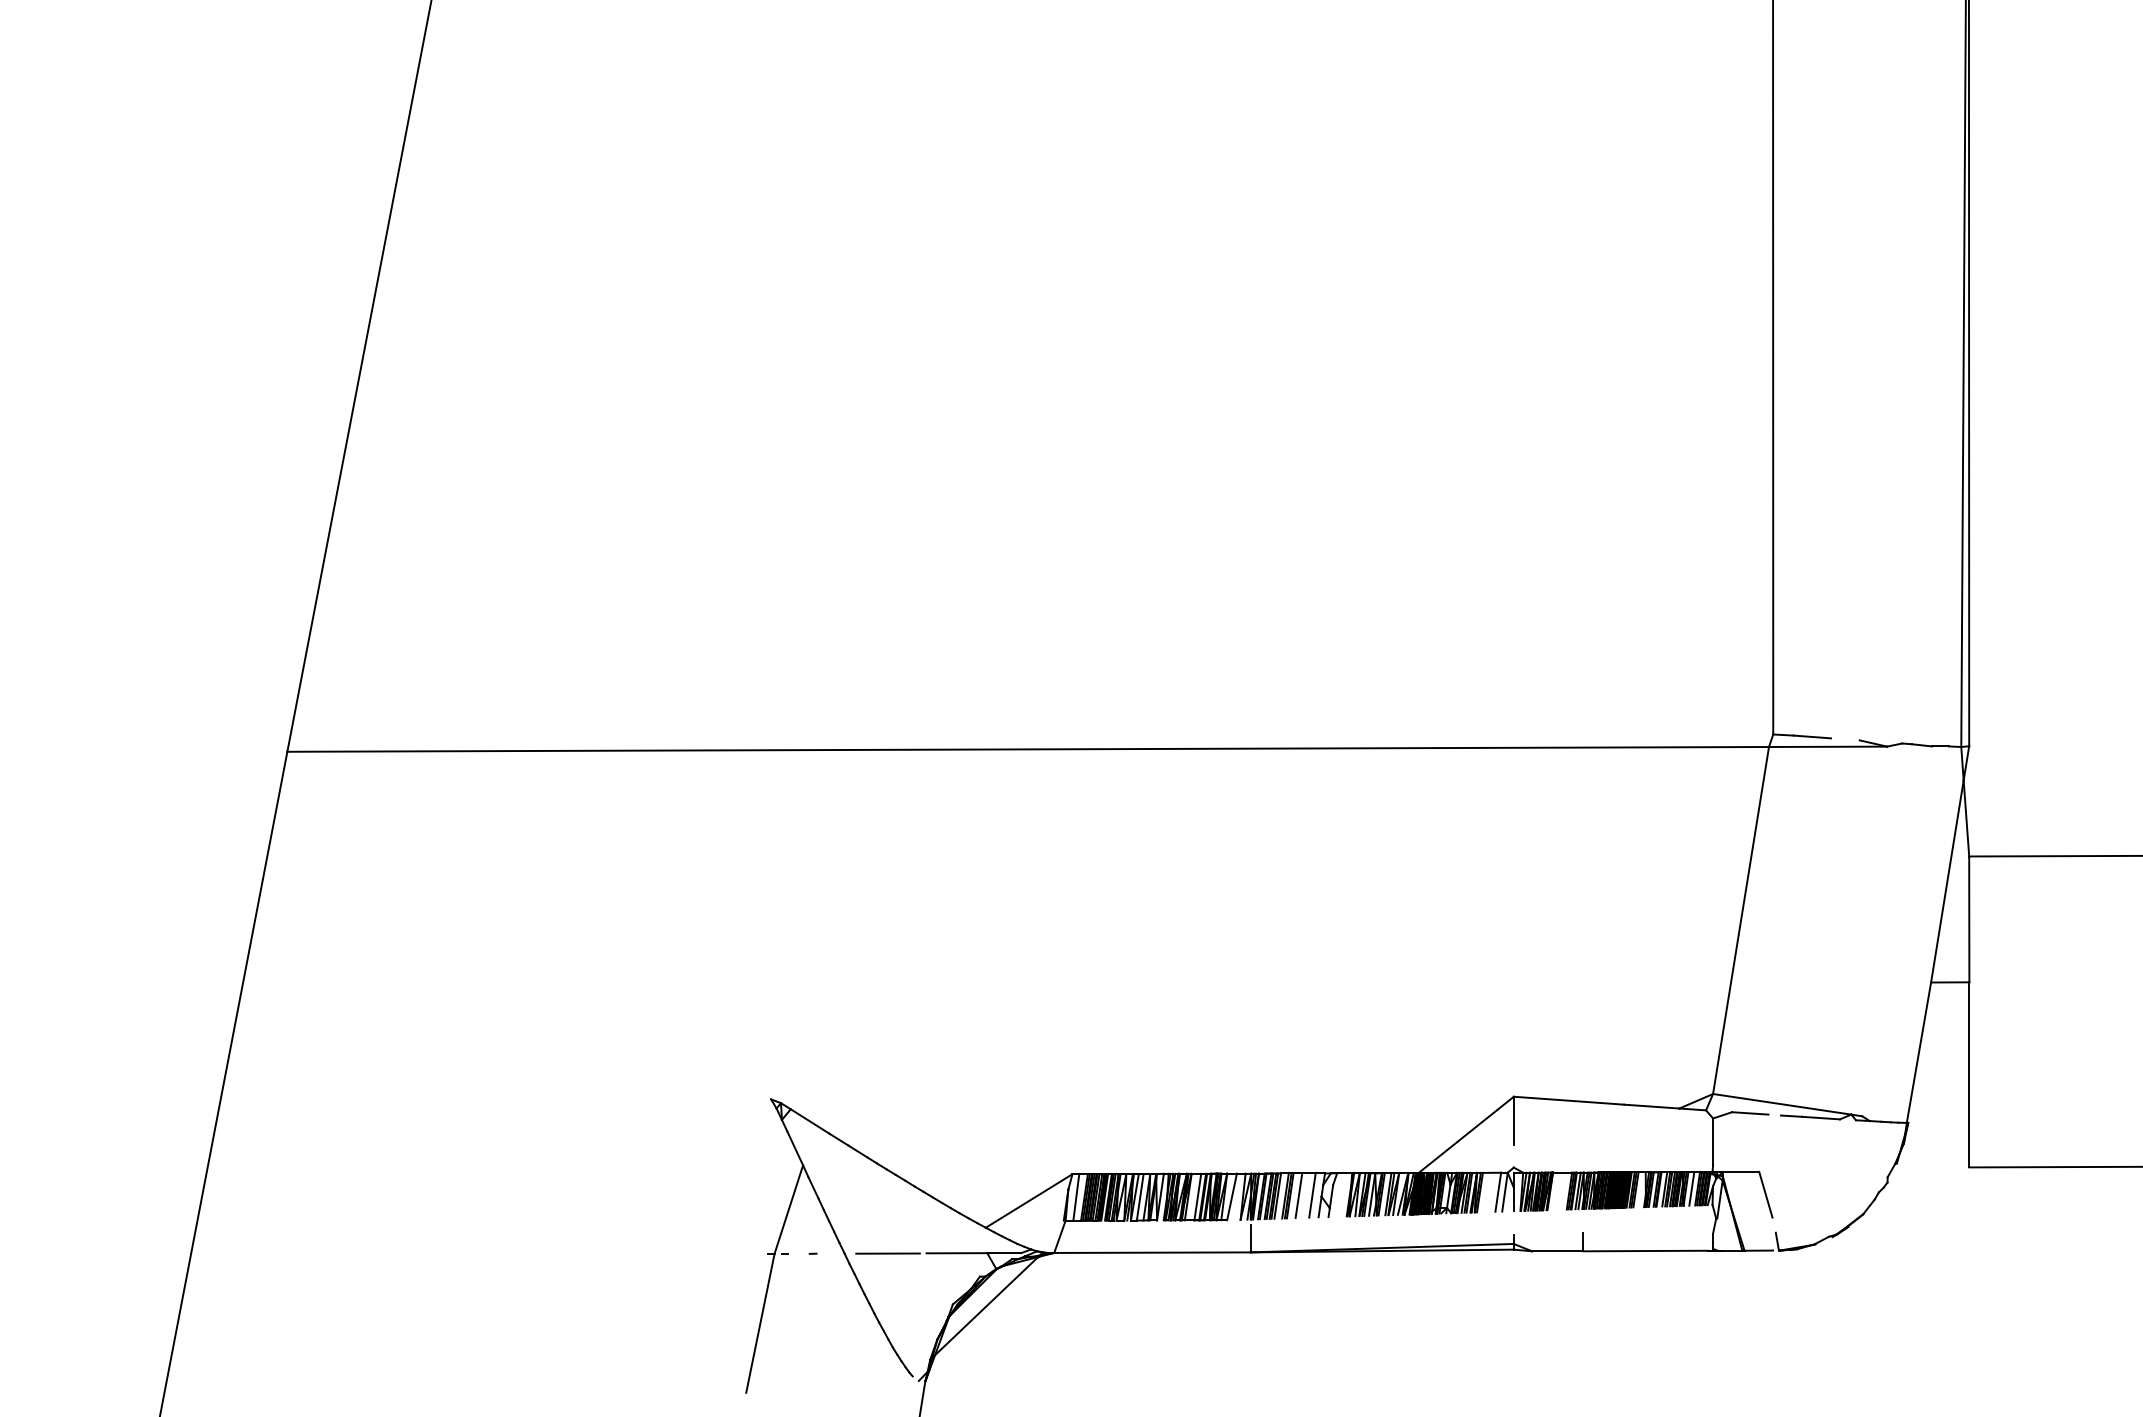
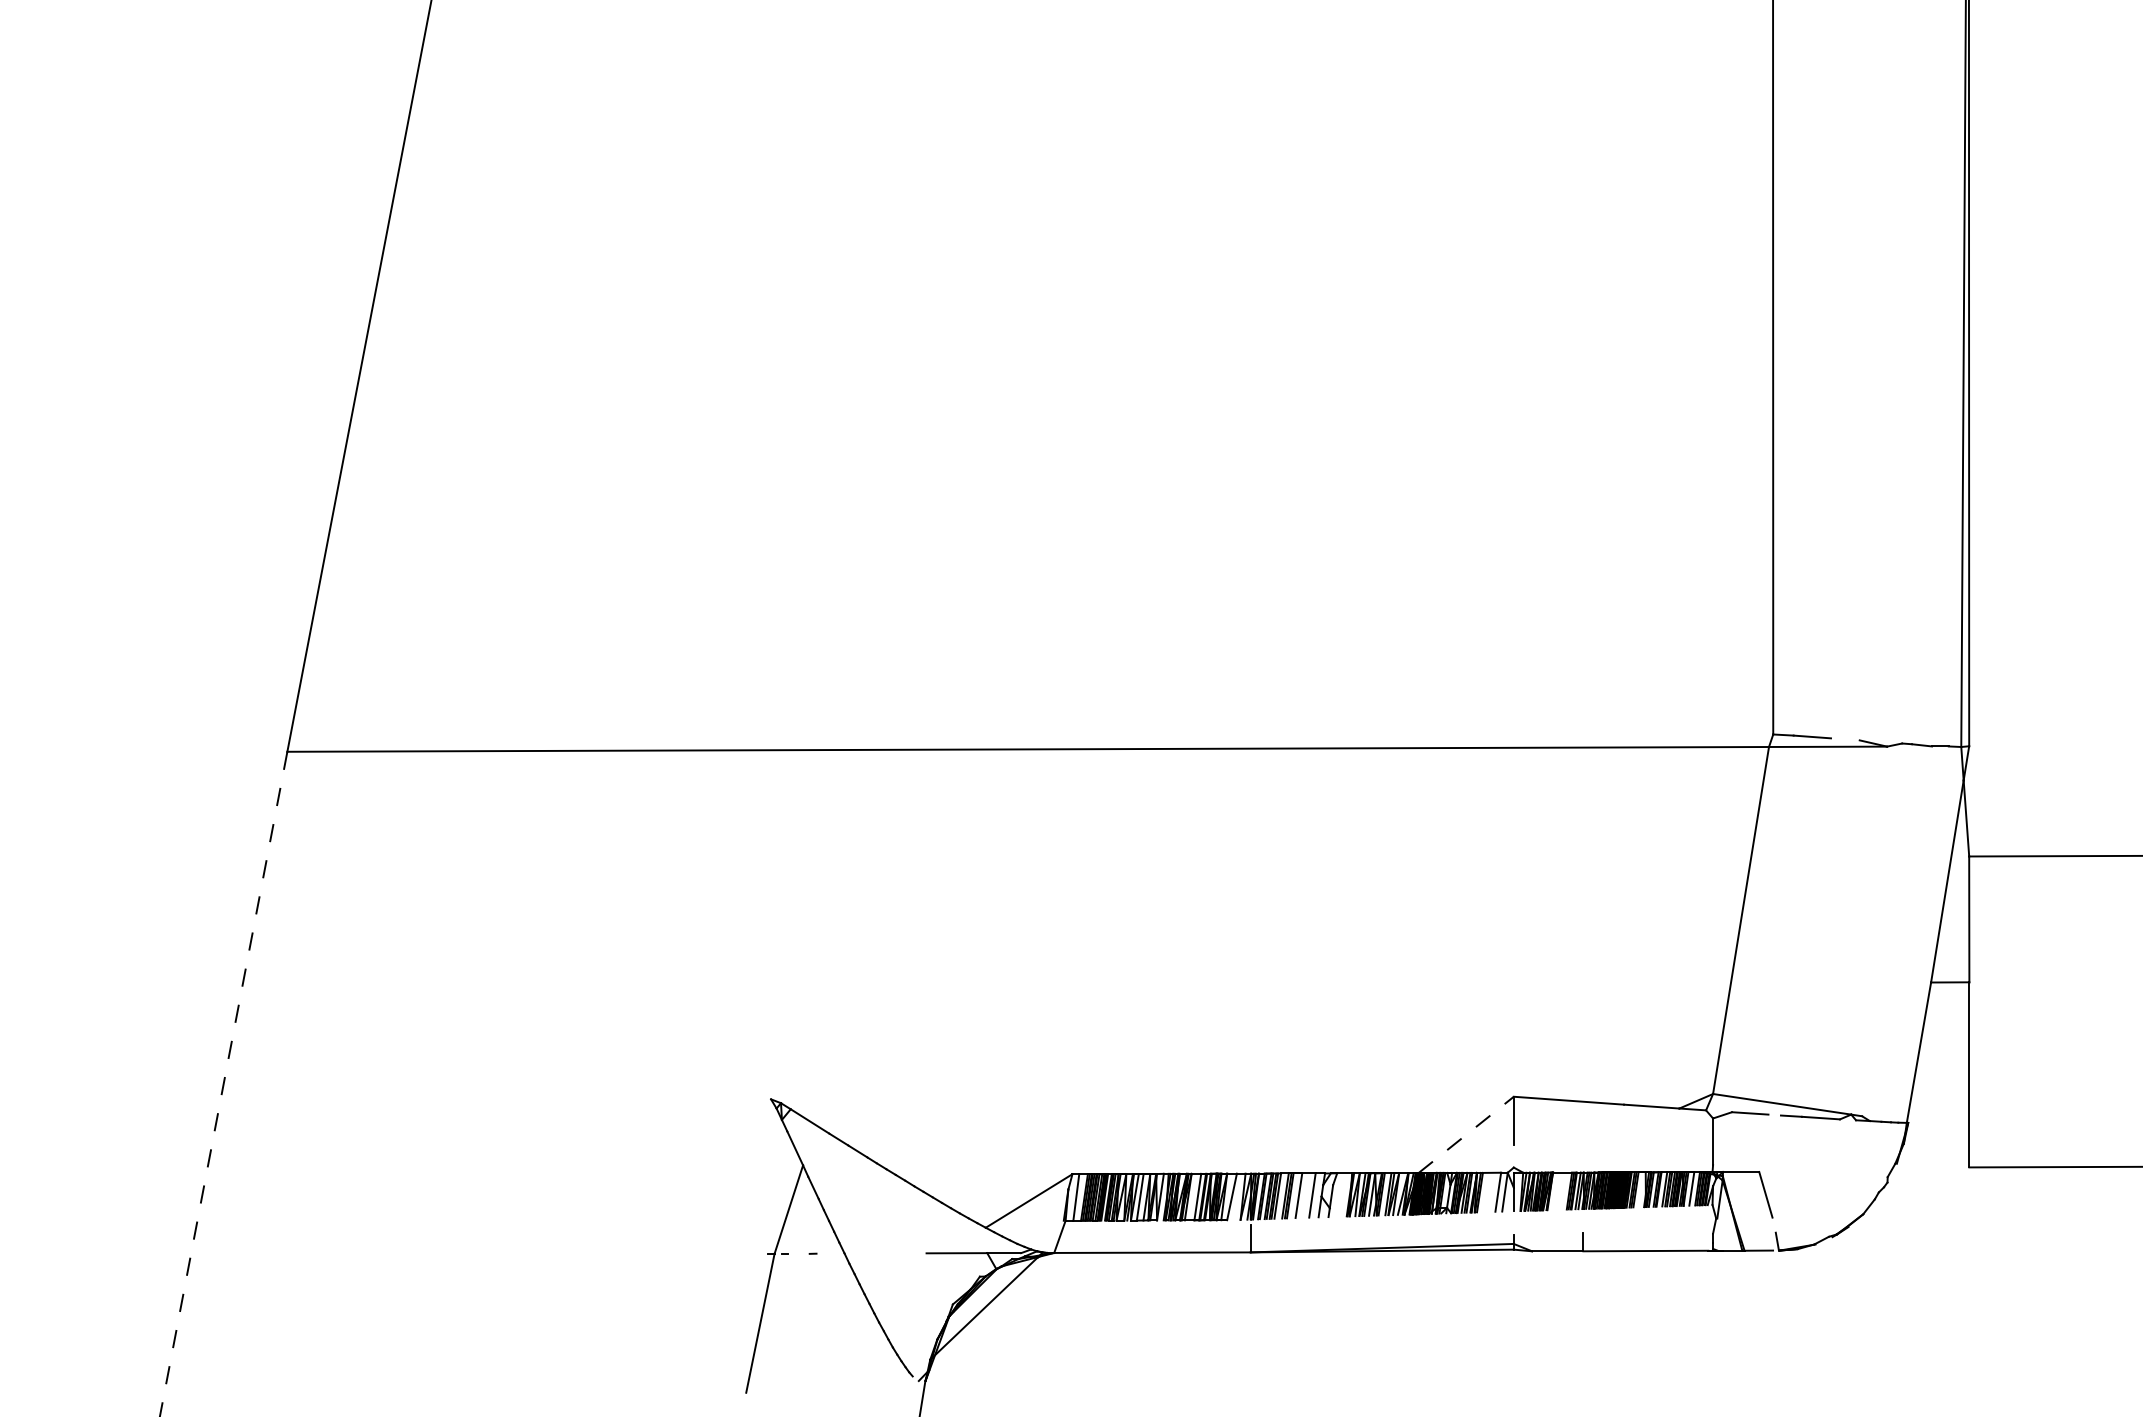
line at (223, 1084): solid -> dashed
line at (1466, 1134): solid -> dashed
line at (887, 1253): present -> none
